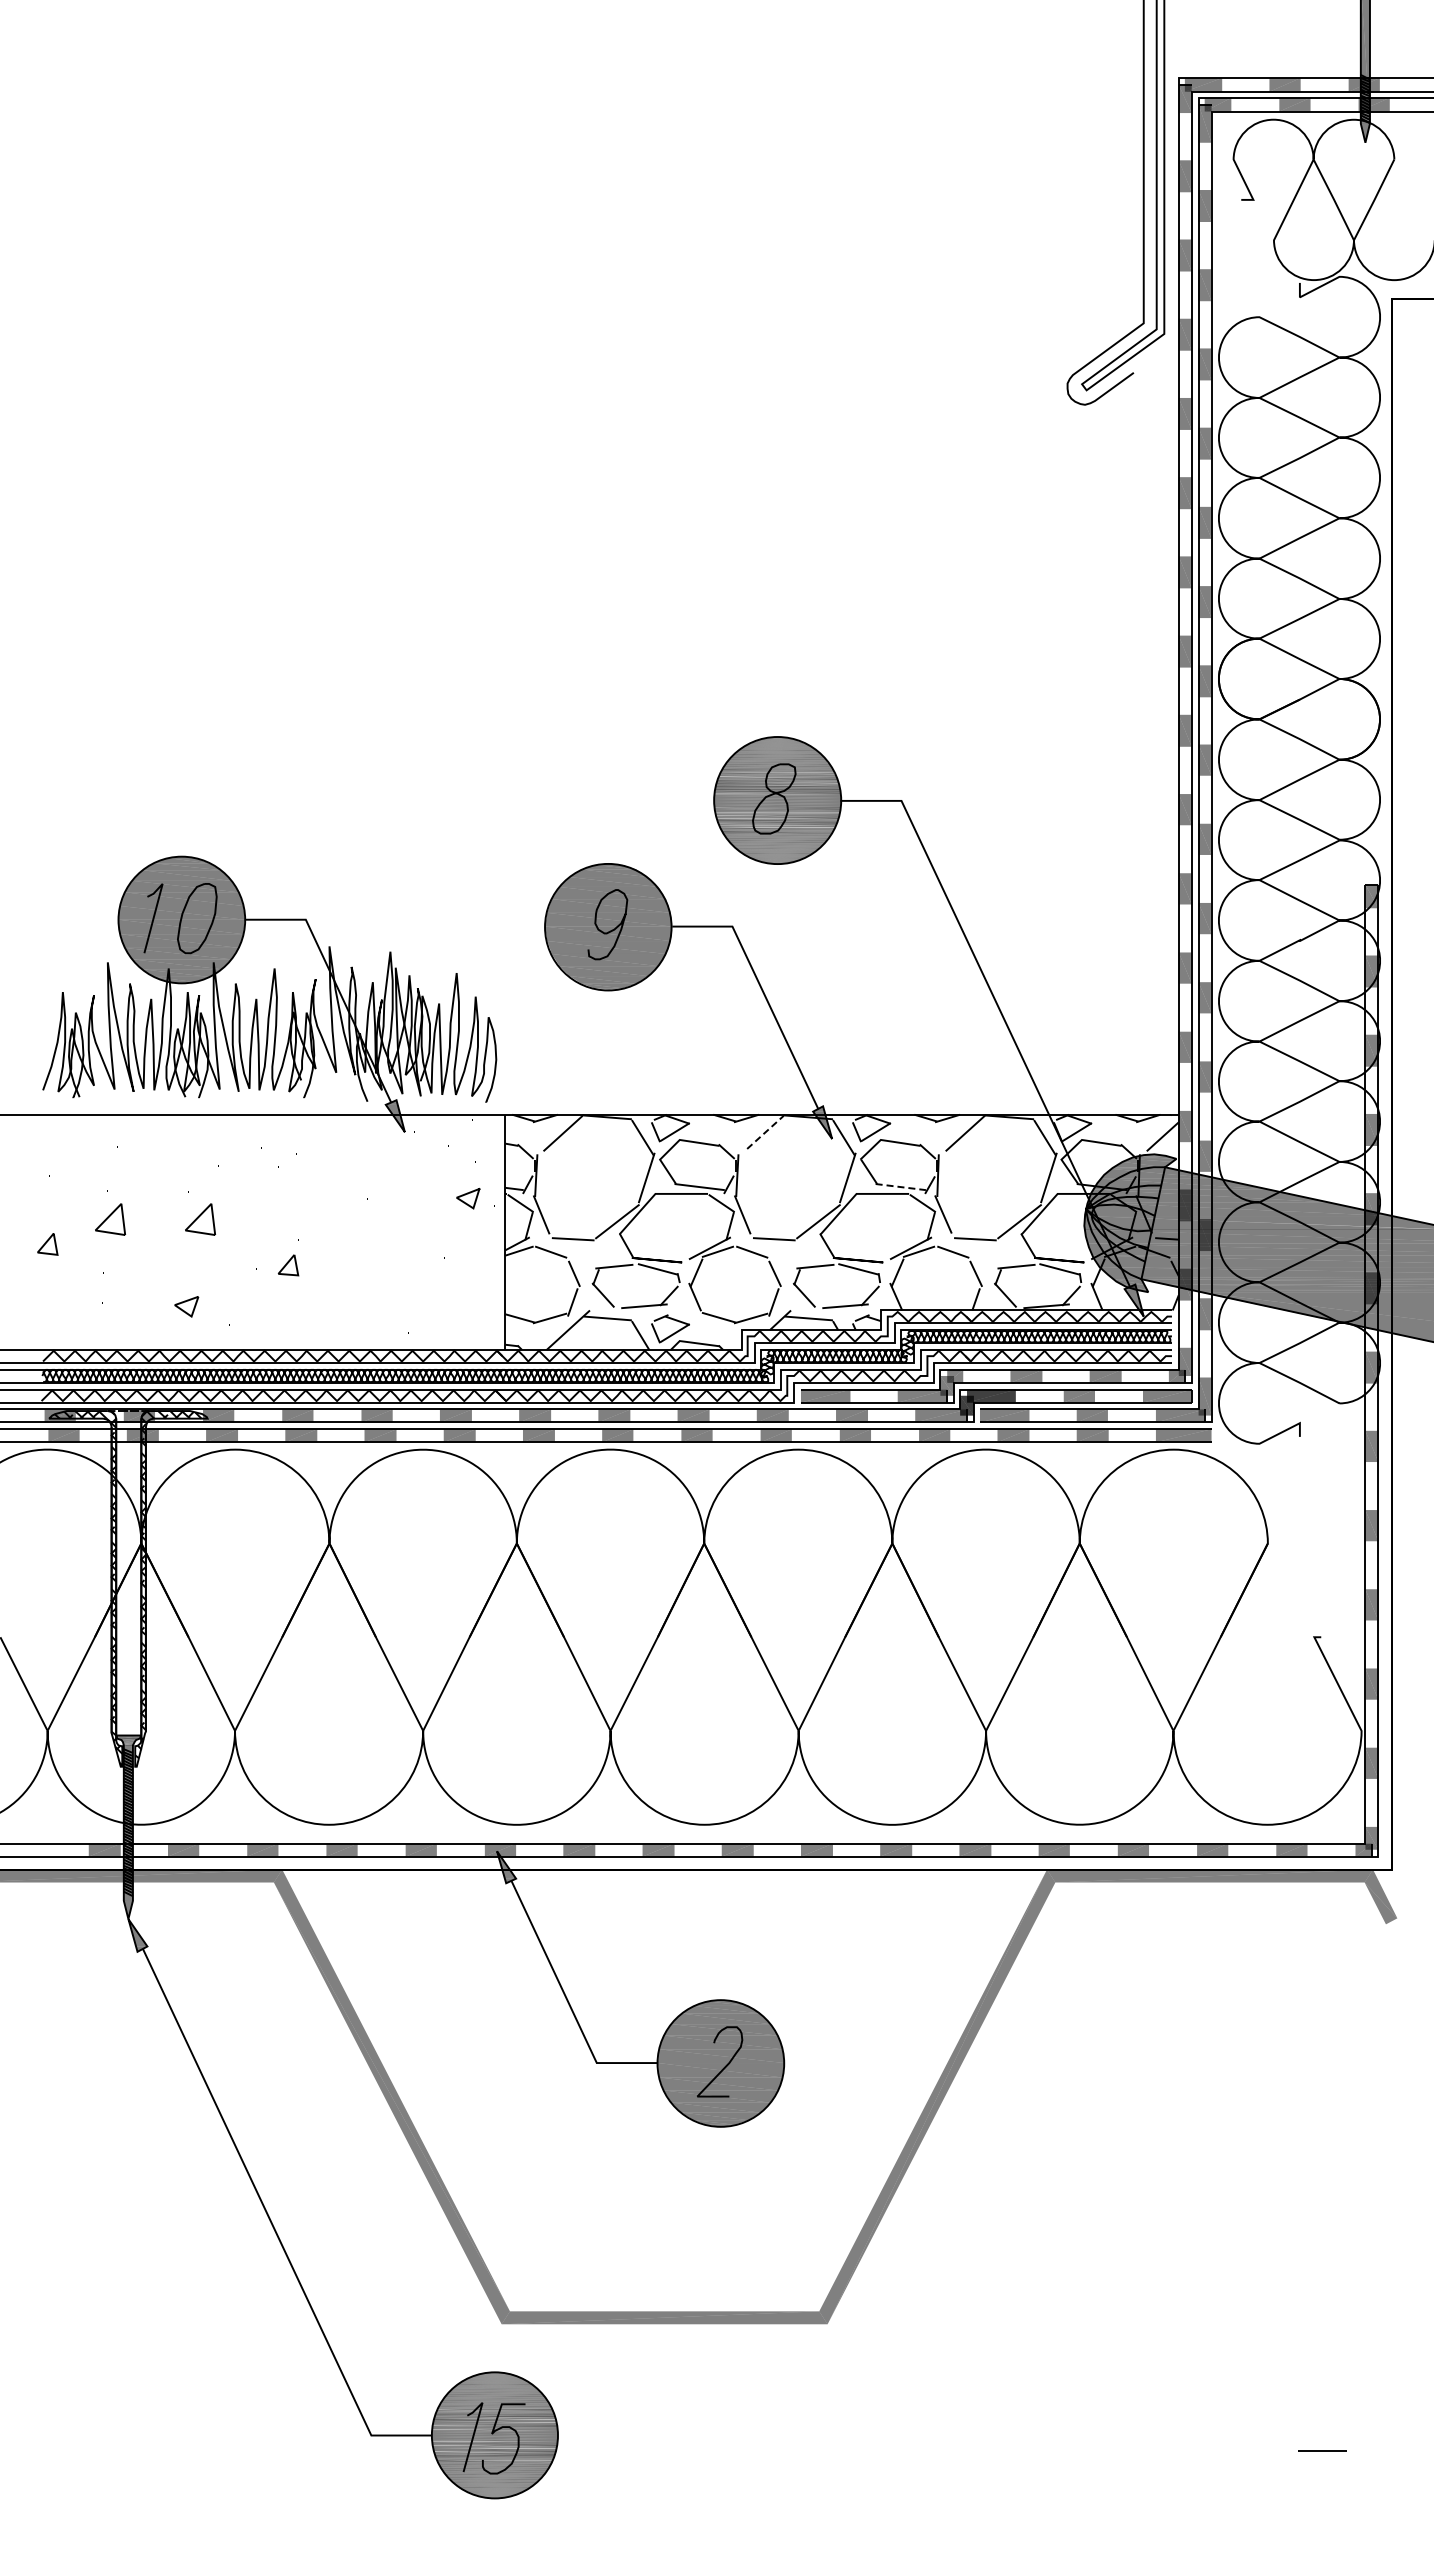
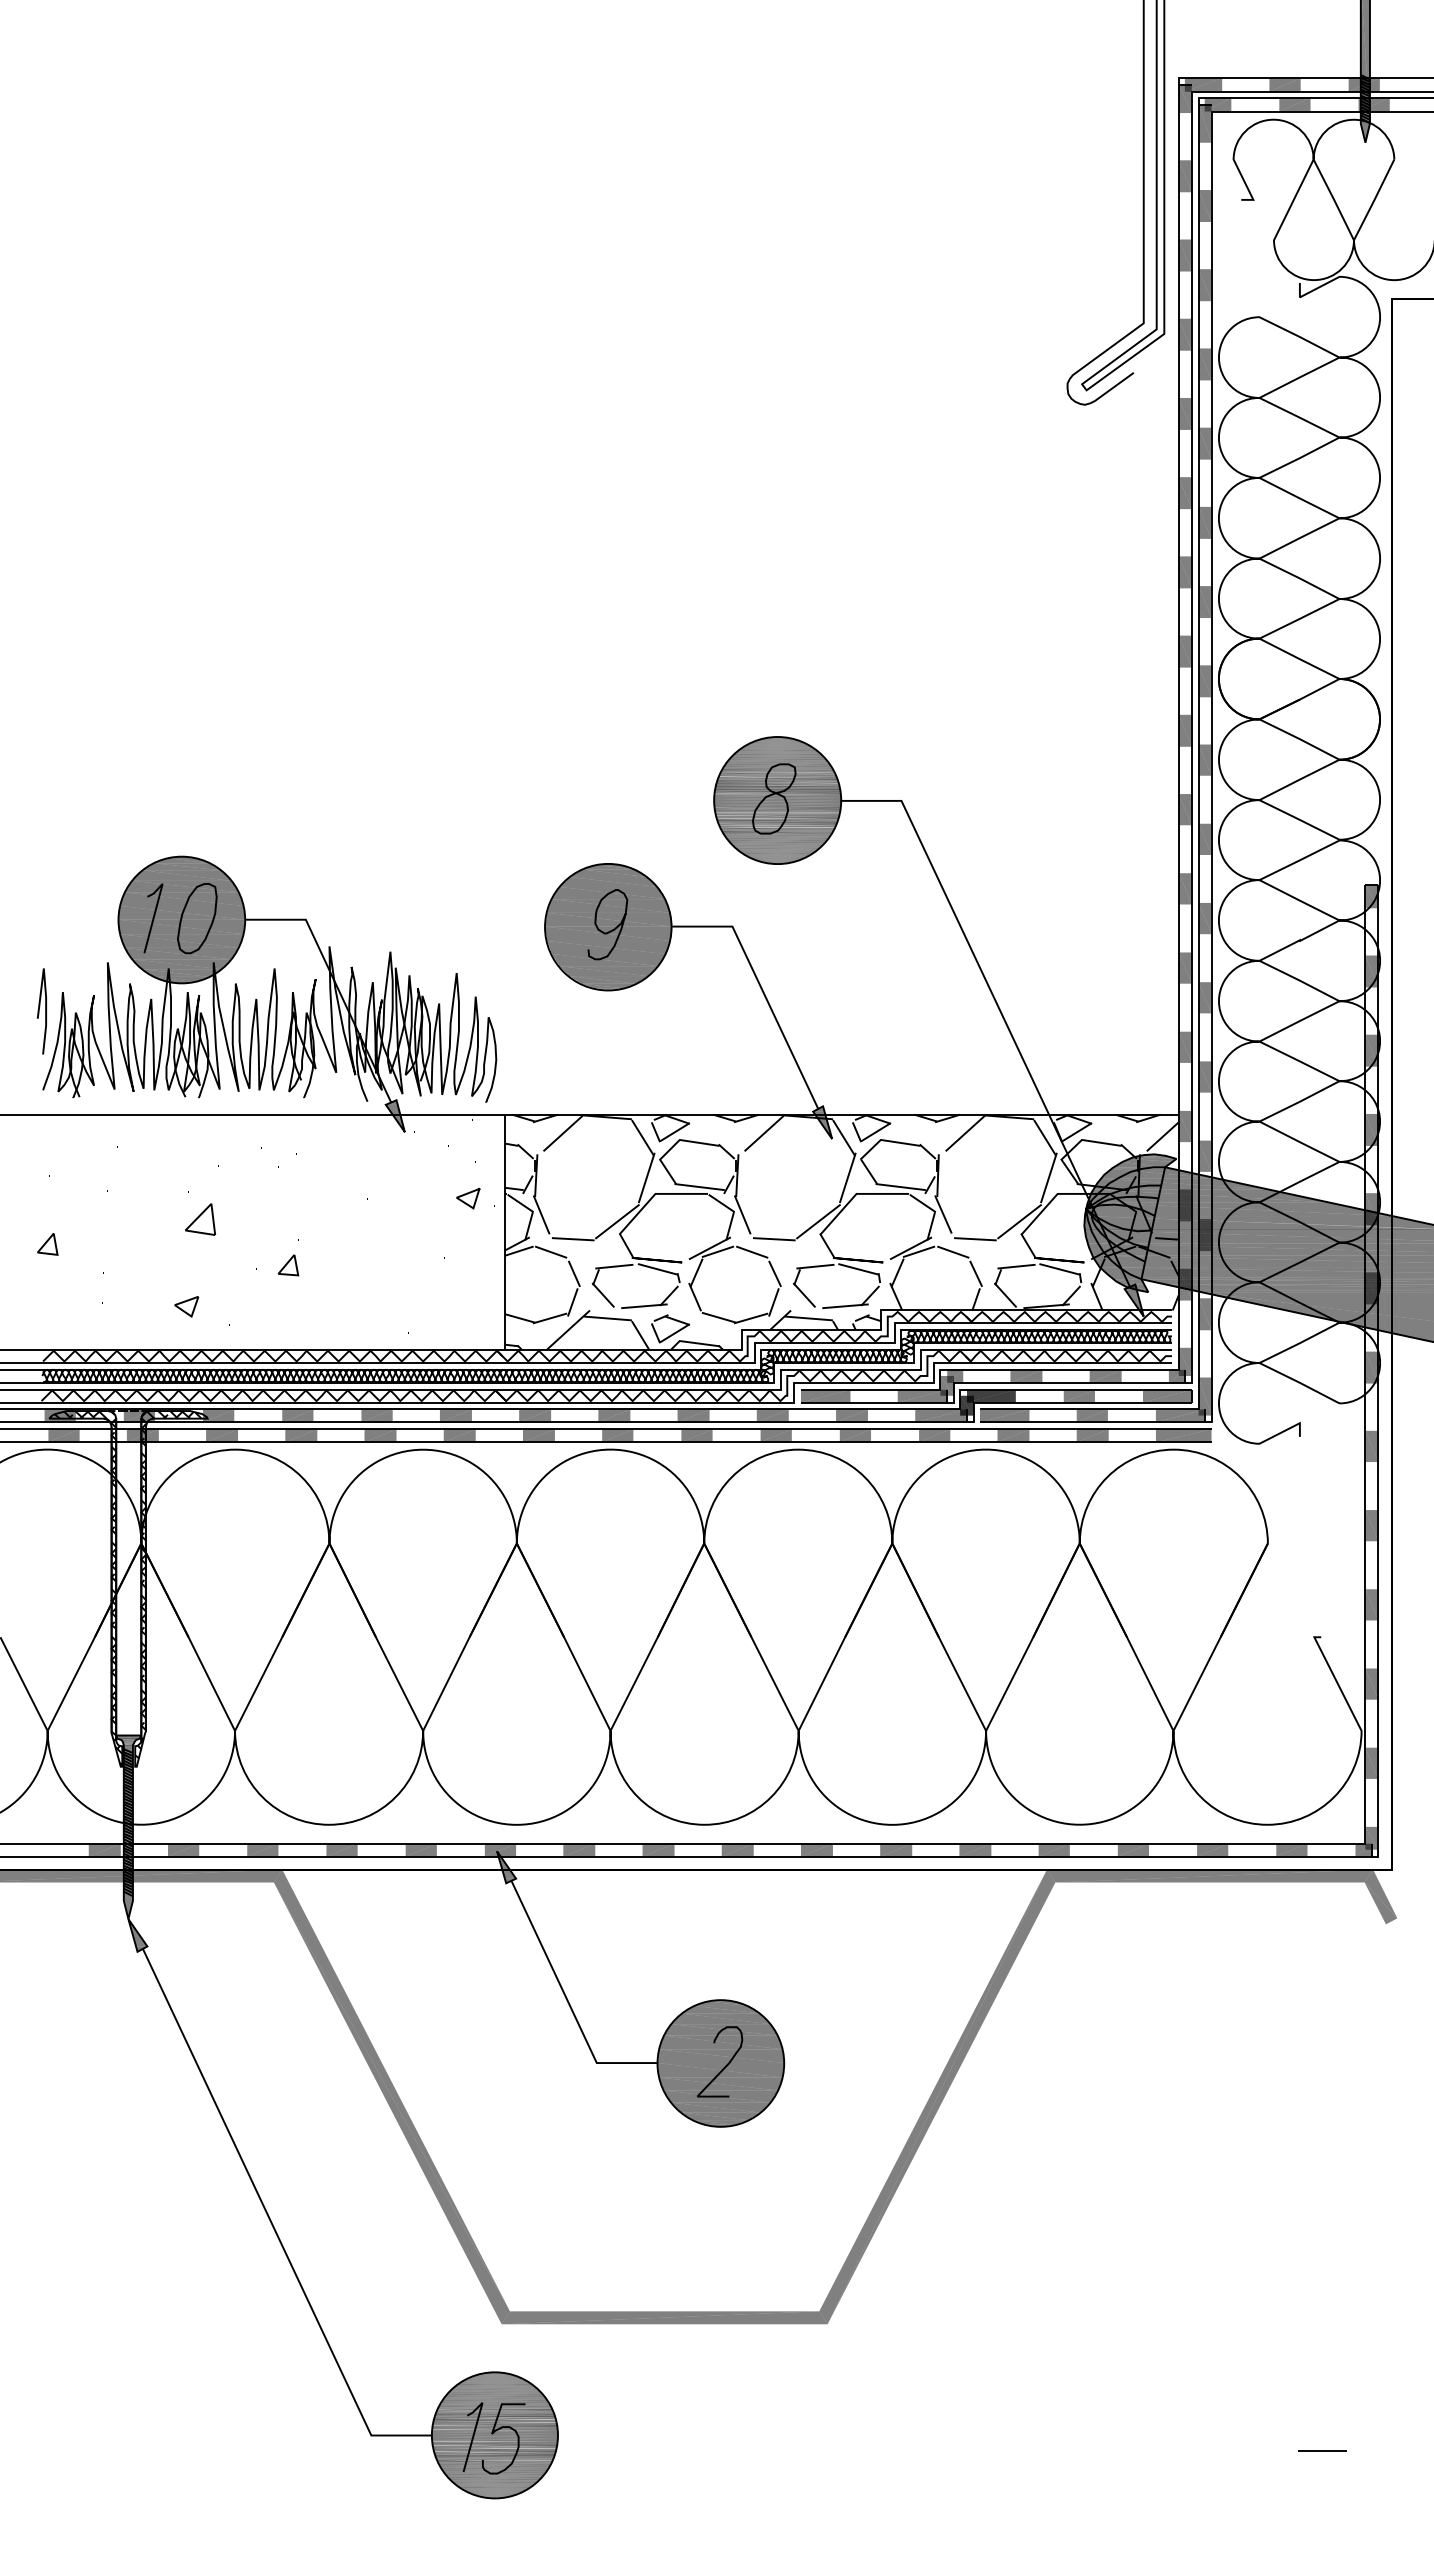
line at (39, 1011): none -> present
line at (764, 1133): dashed -> solid
line at (901, 1187): dashed -> solid
part at (110, 1219): present -> none
